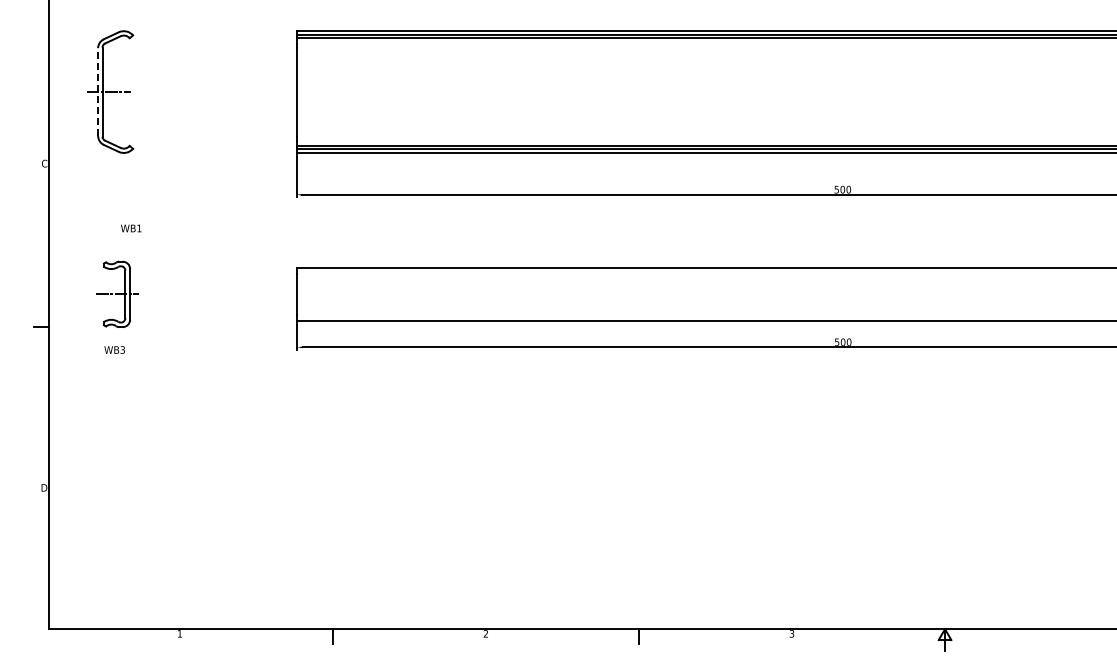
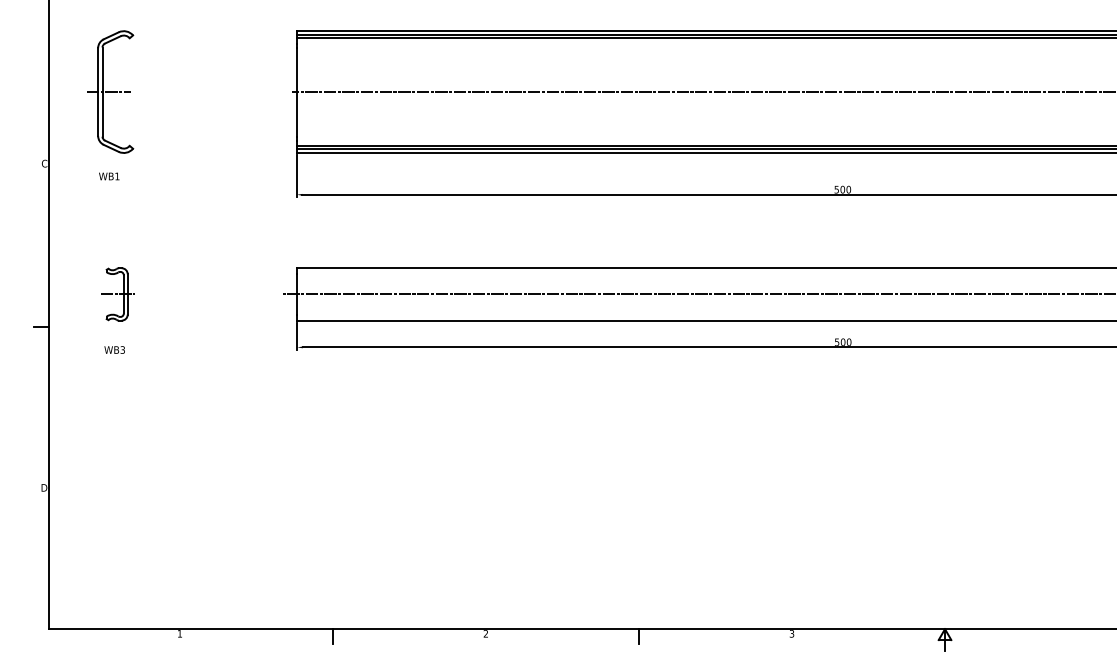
line at (98, 92): dashed -> solid
line at (702, 92): none -> present
text at (131, 228) position: (131, 228) -> (109, 176)
part at (117, 293) size: 43x68 px -> 34x55 px
line at (696, 294): none -> present
